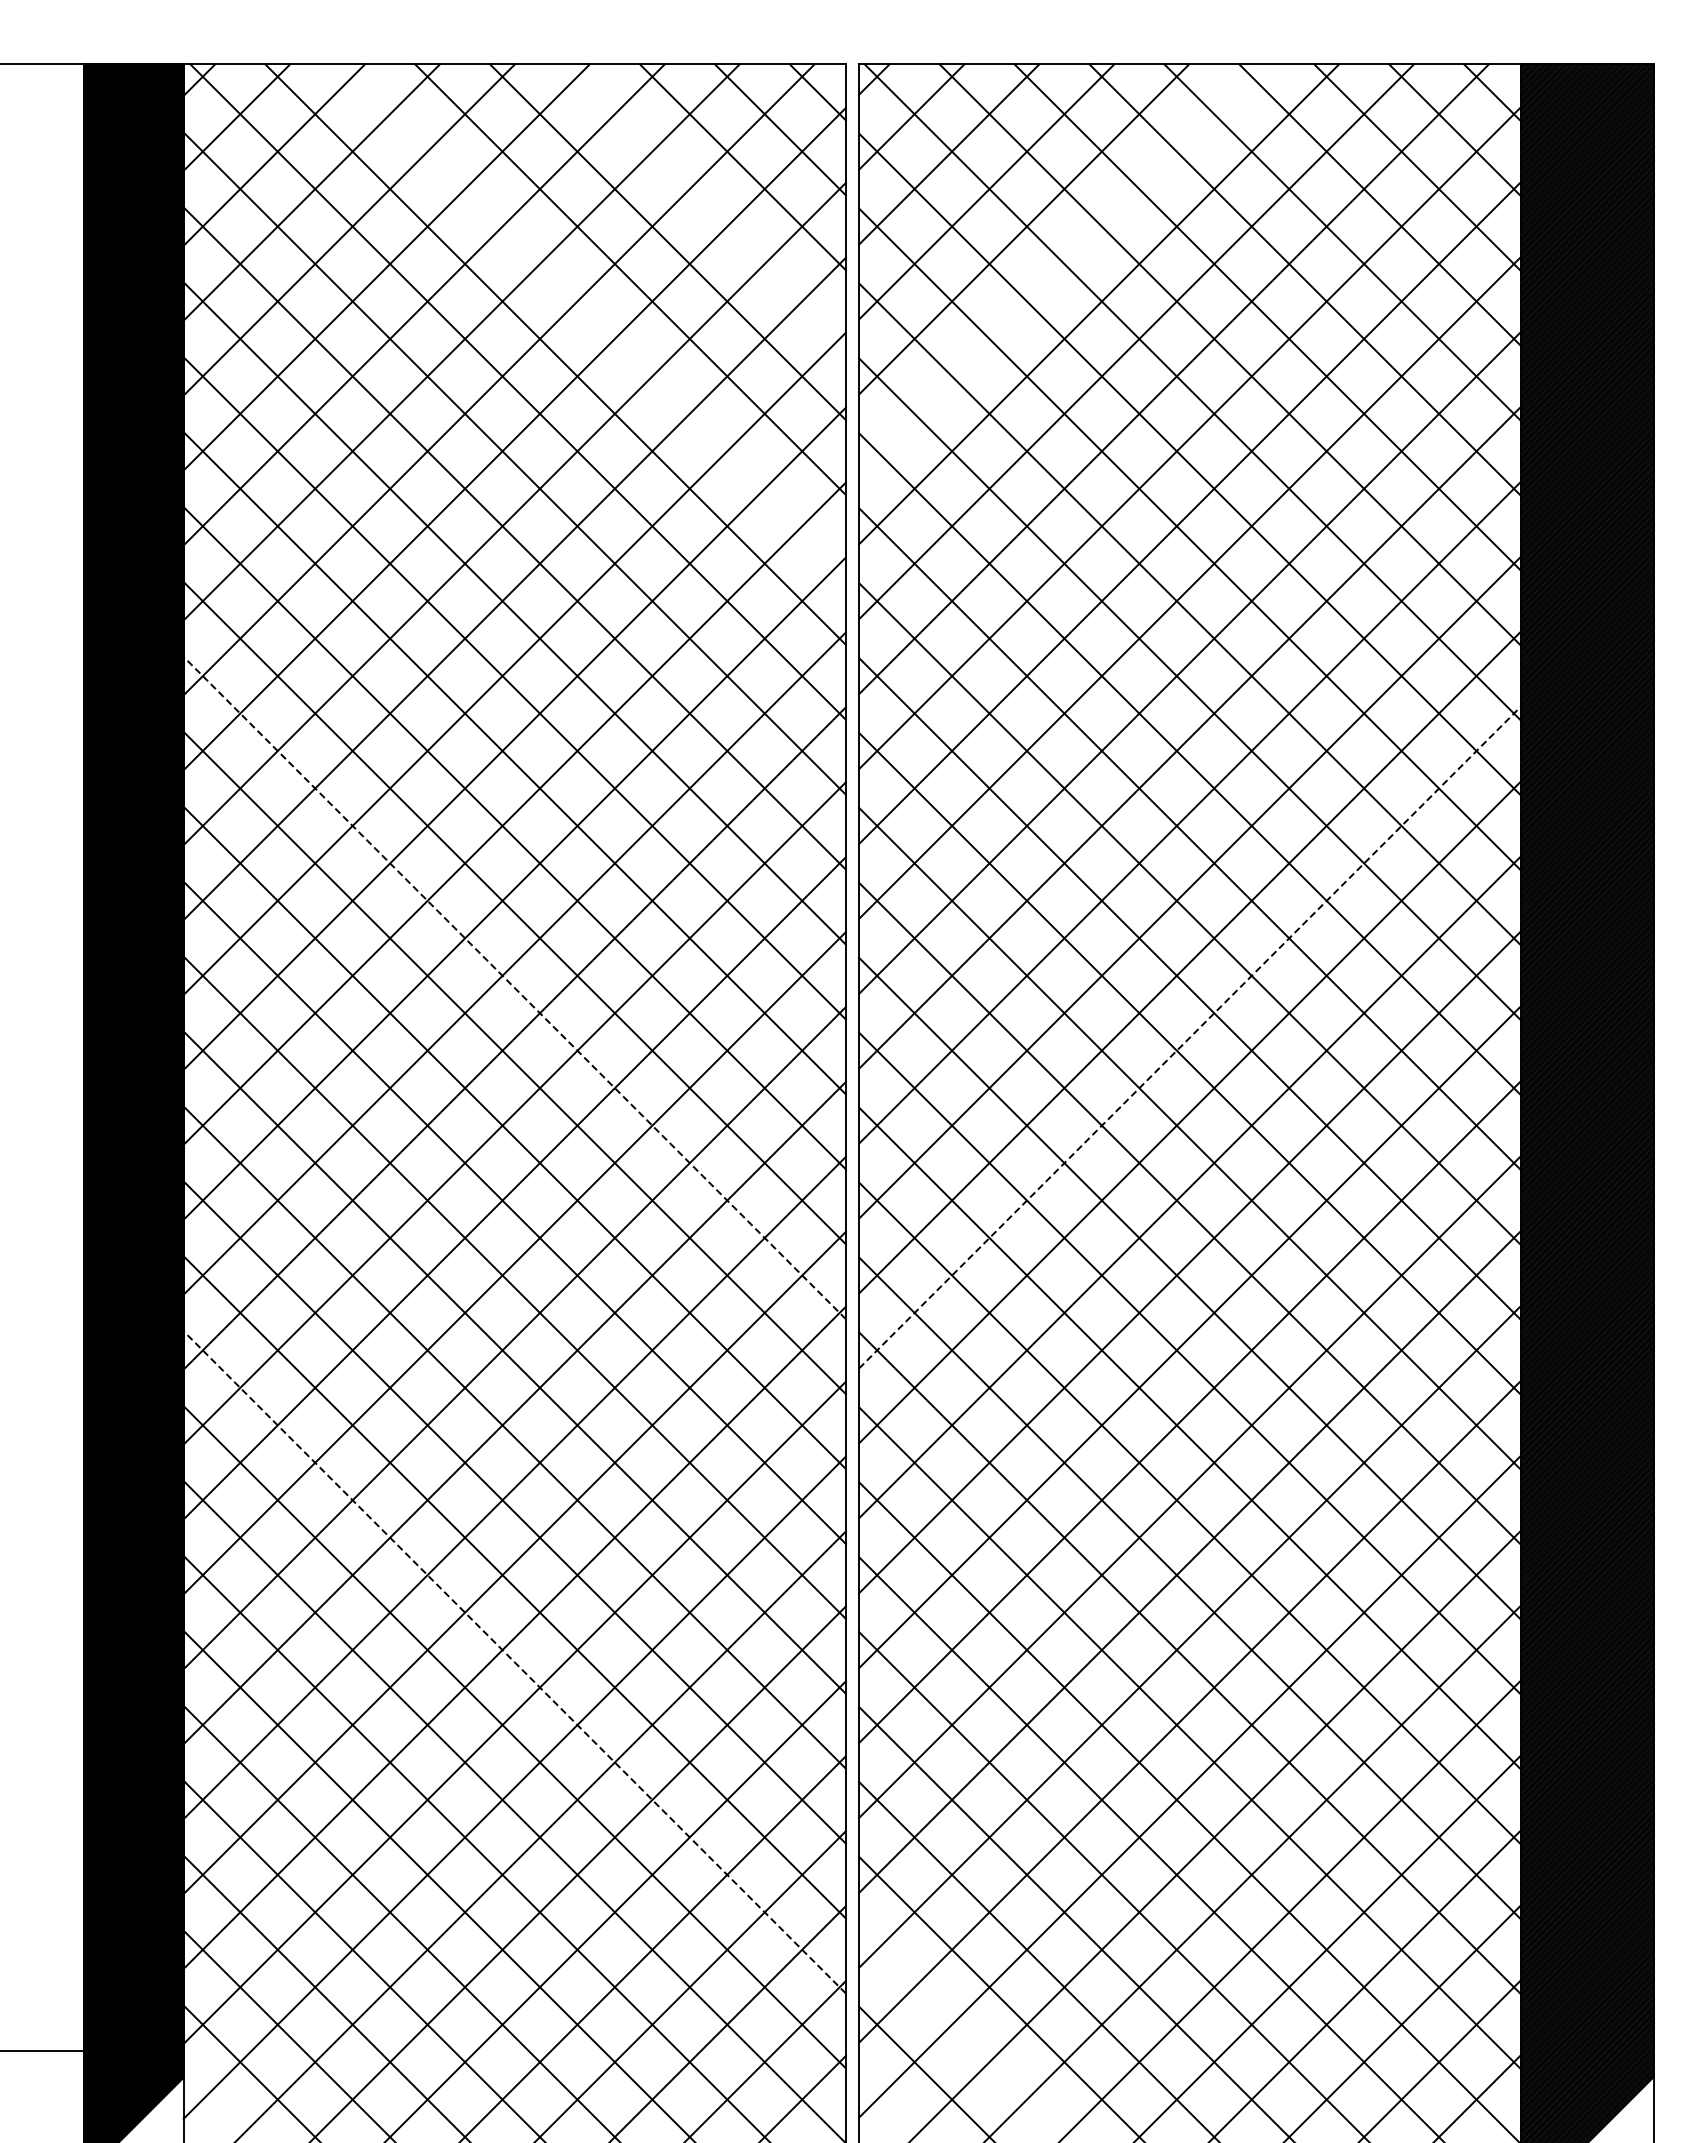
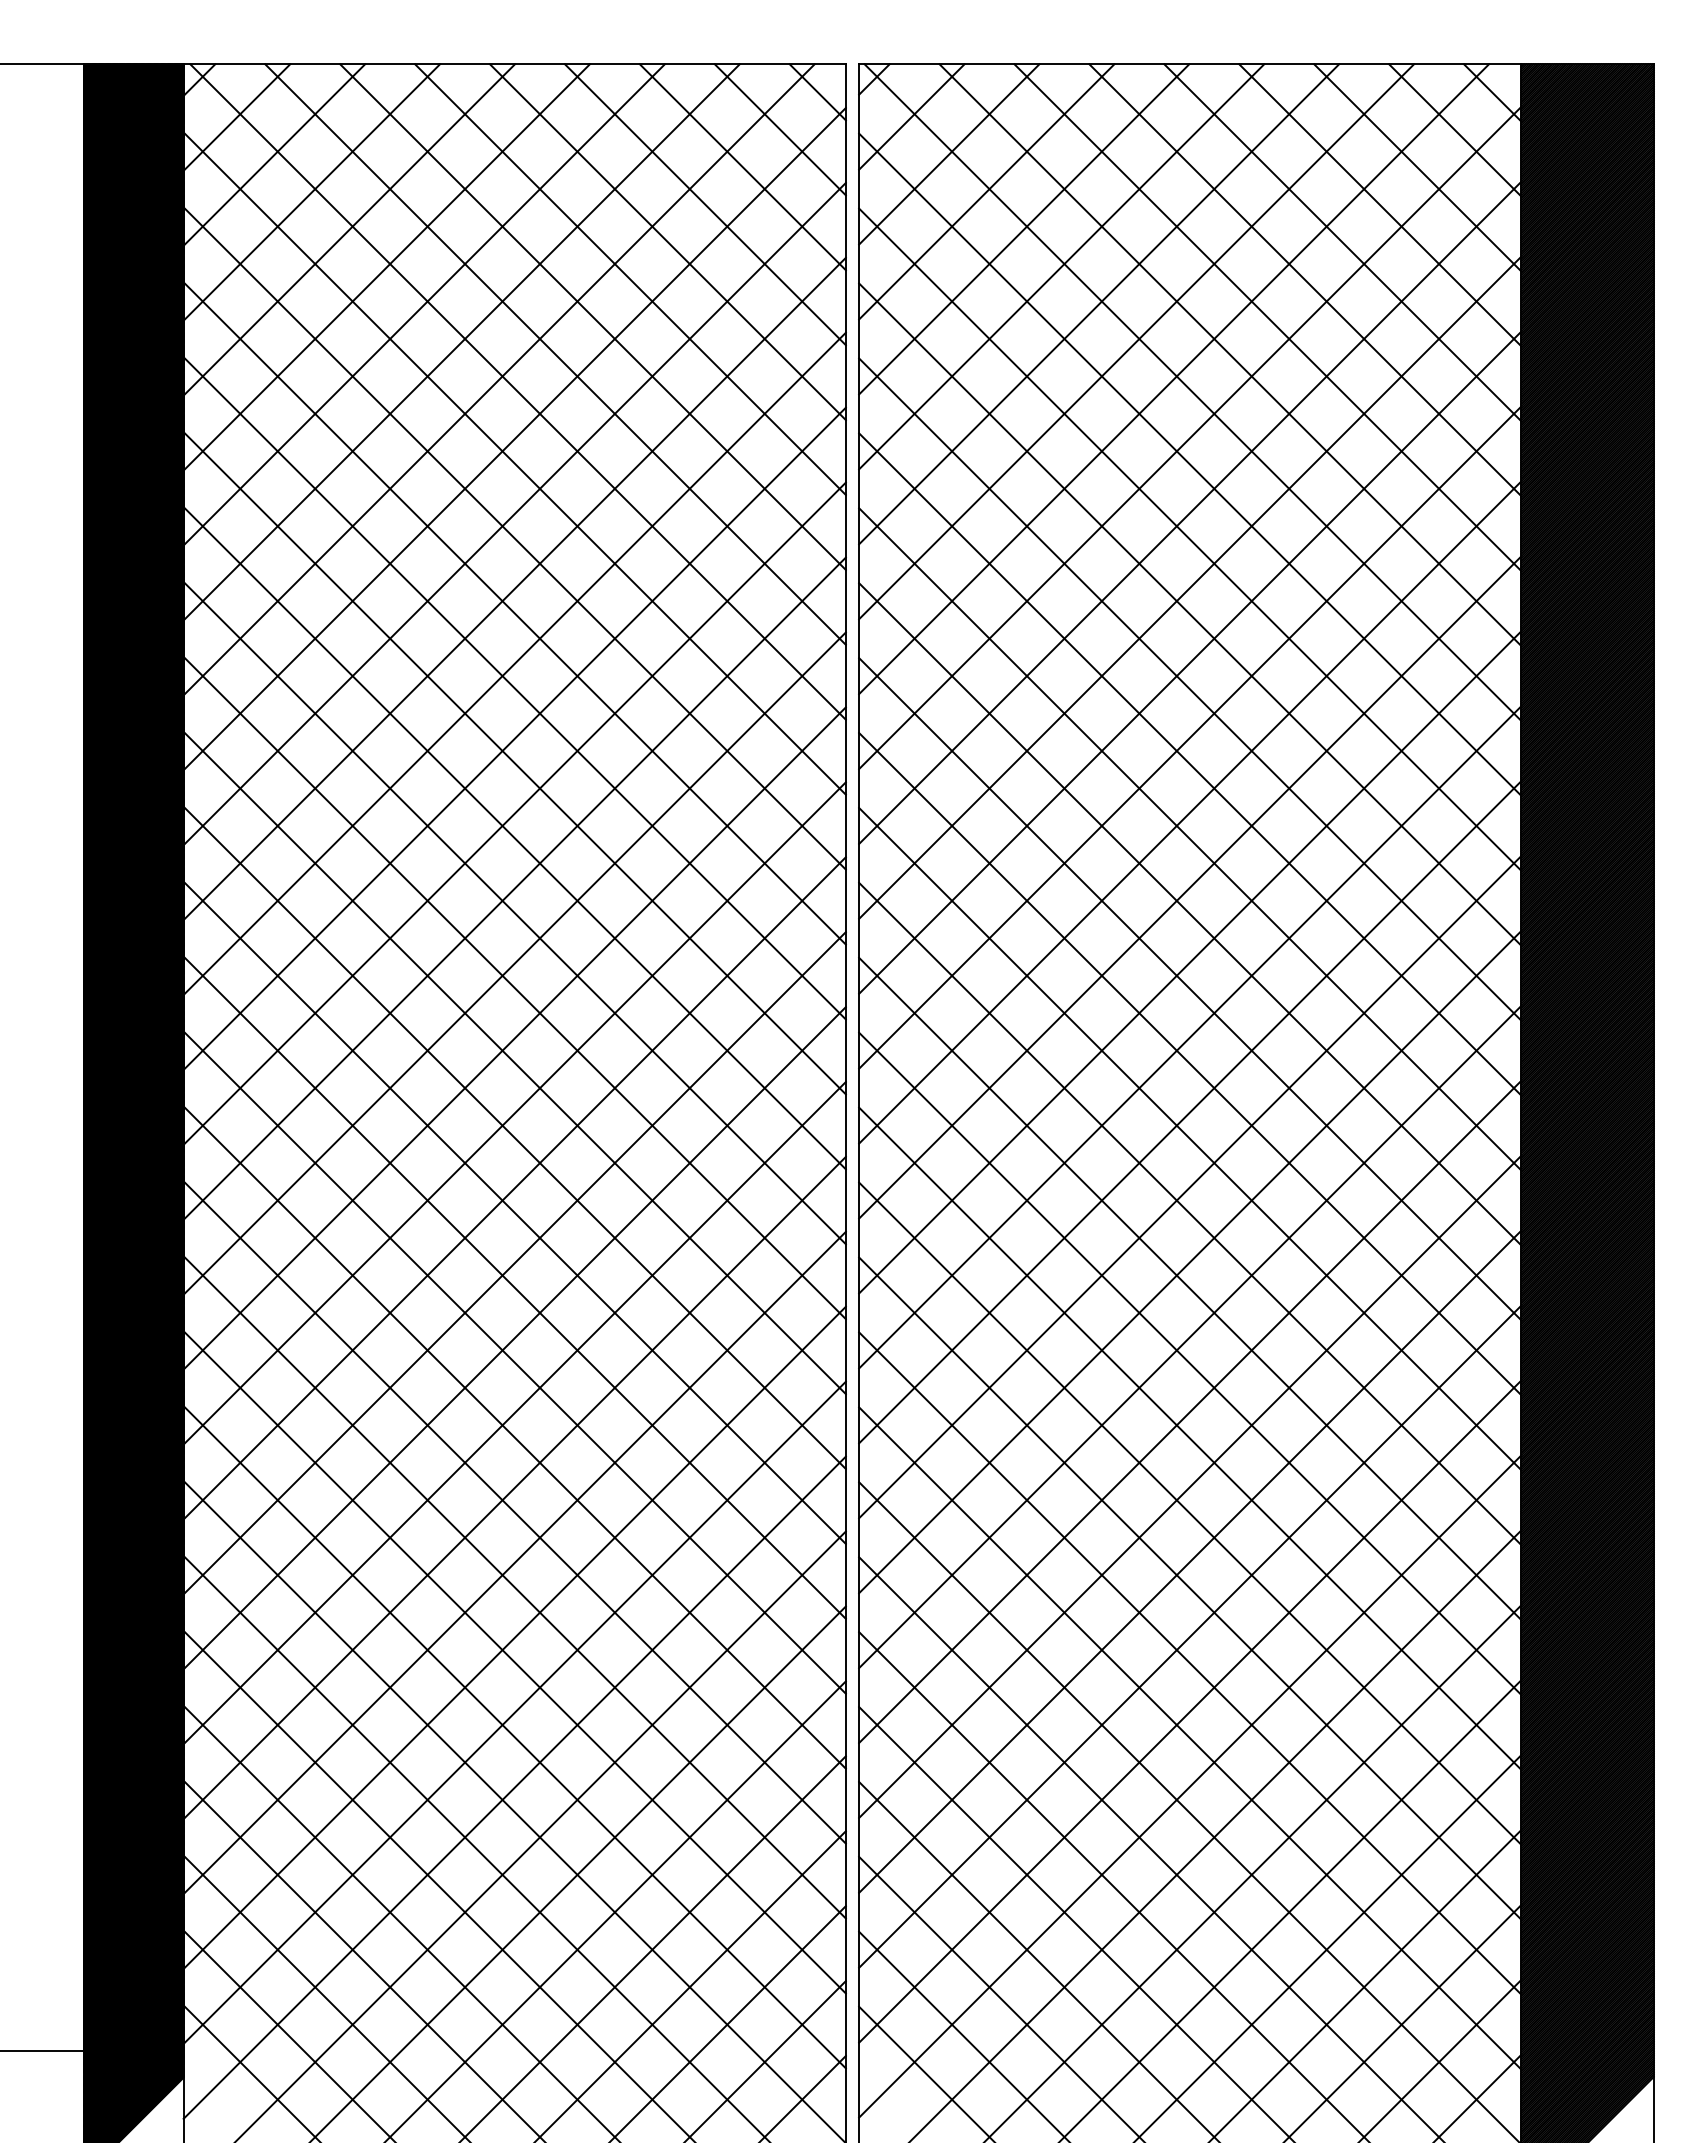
line at (704, 204): none -> present
line at (1061, 266): none -> present
line at (592, 316): none -> present
line at (514, 987): dashed -> solid
line at (1190, 1037): dashed -> solid
line at (514, 1662): dashed -> solid
line at (963, 2035): none -> present
